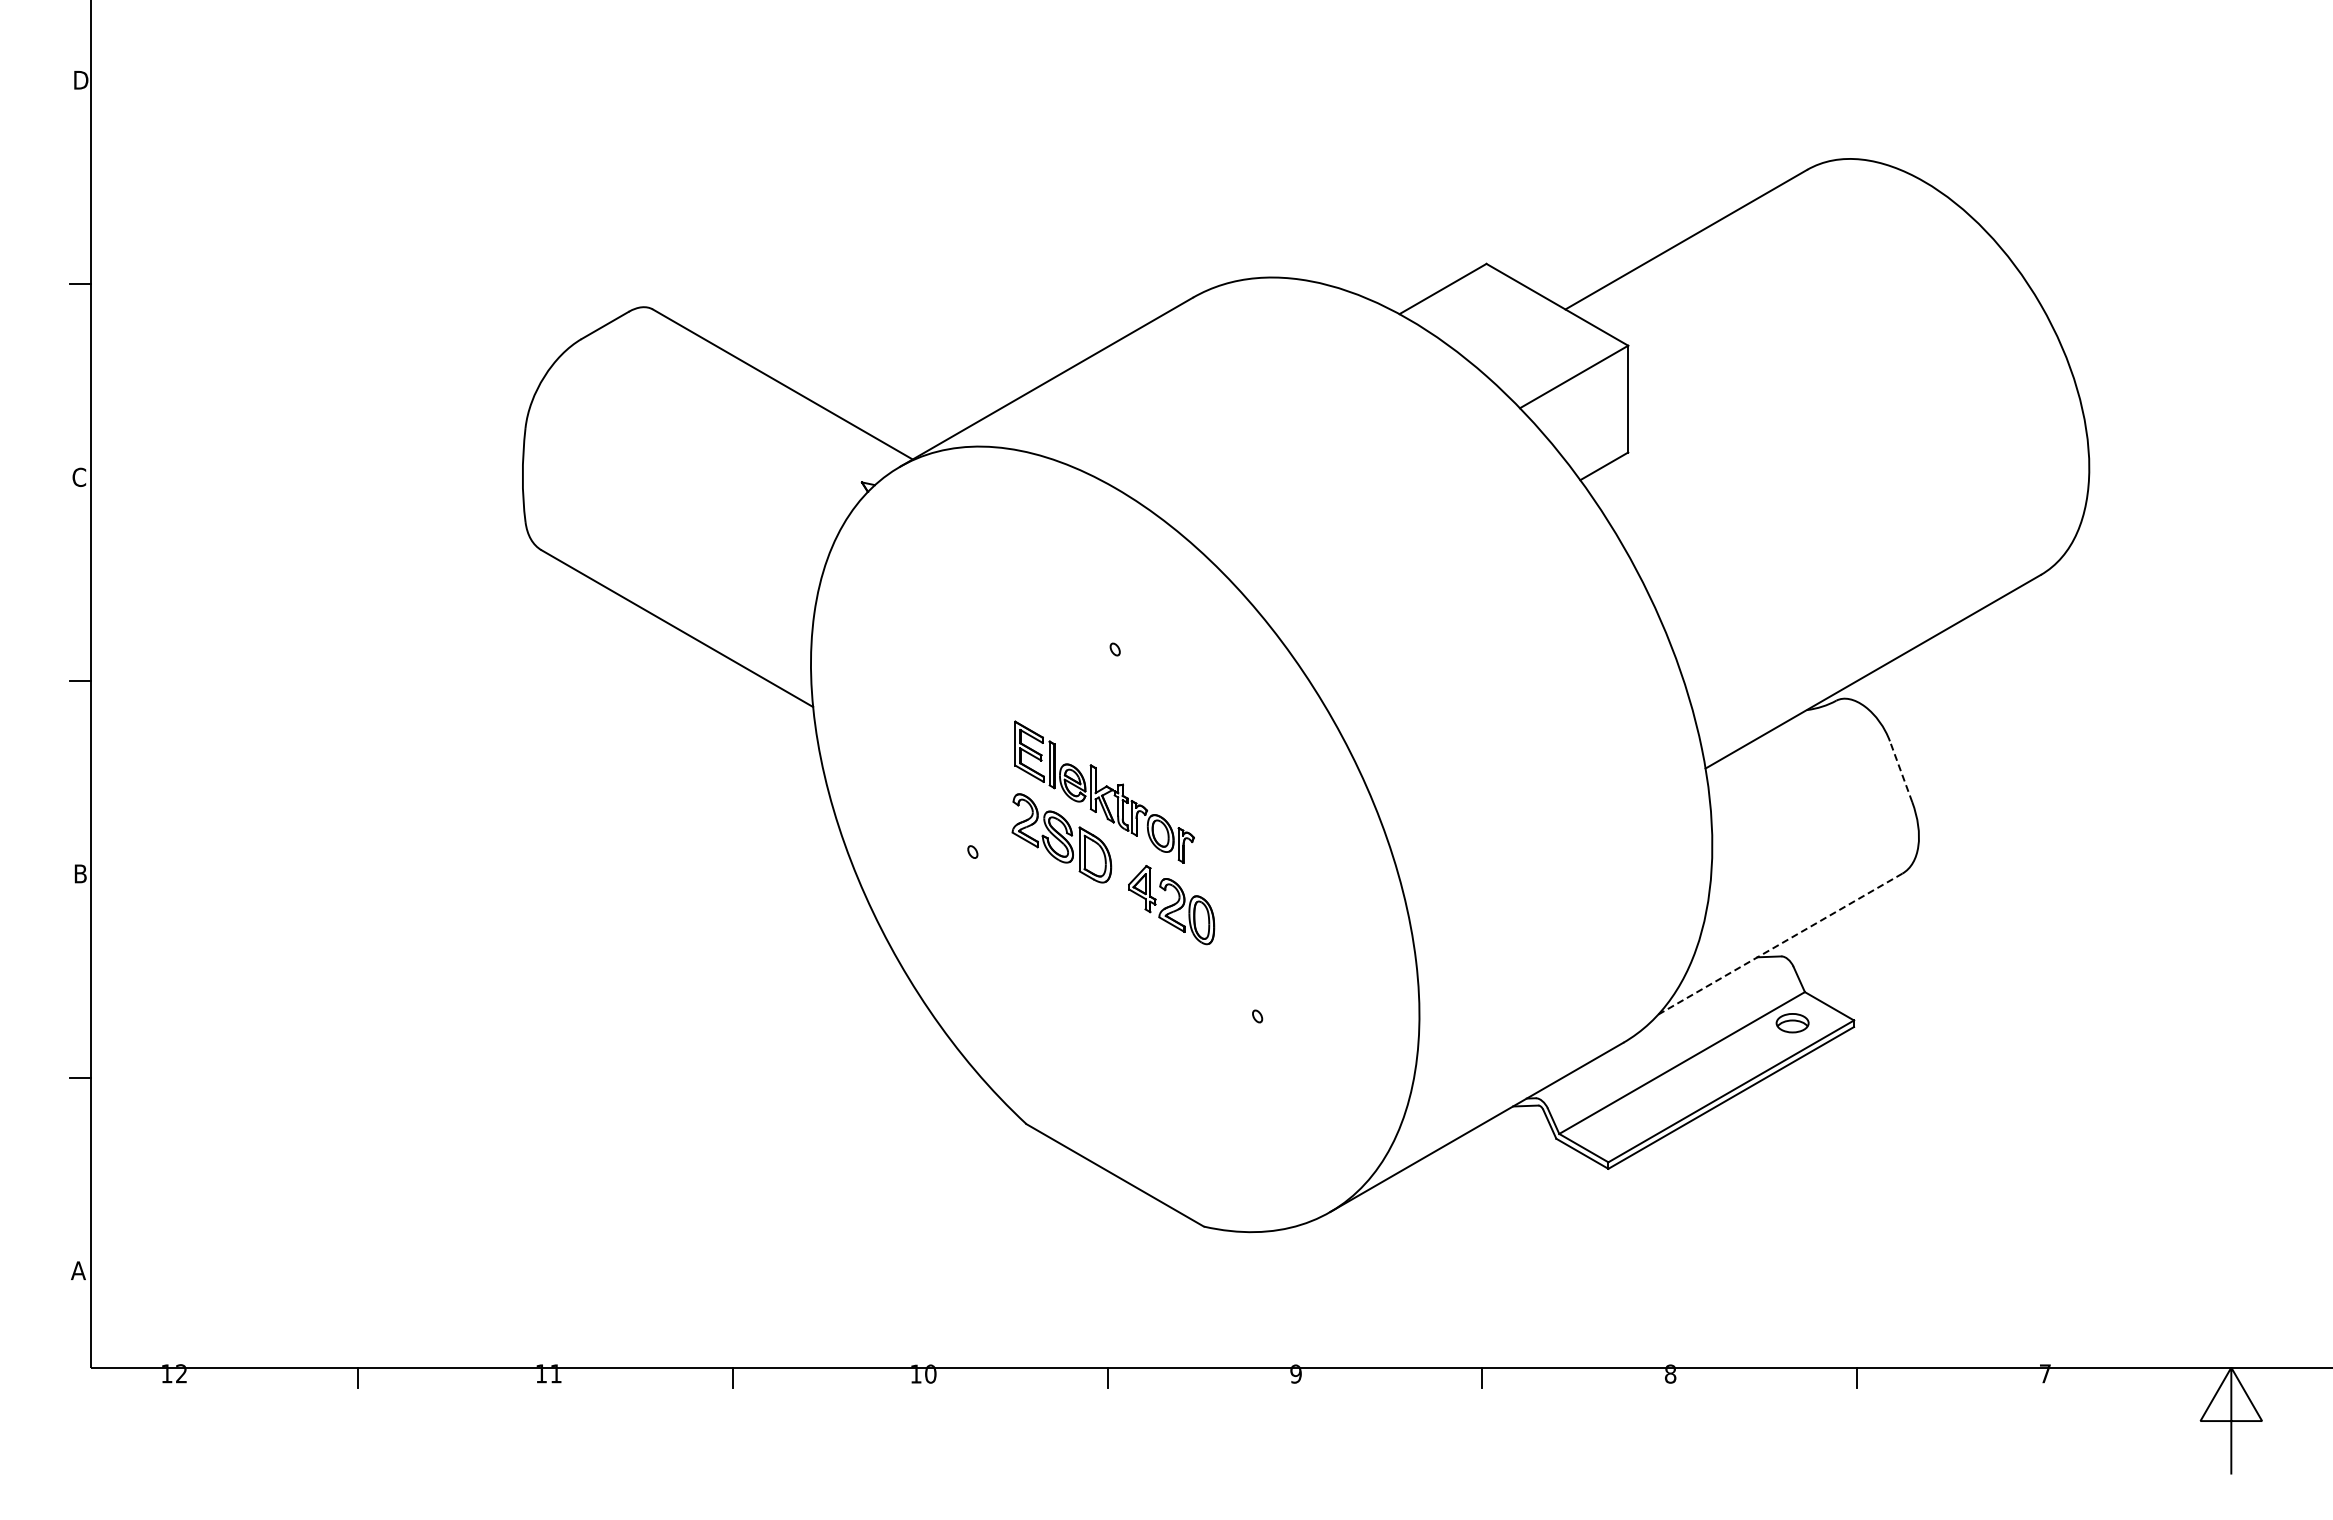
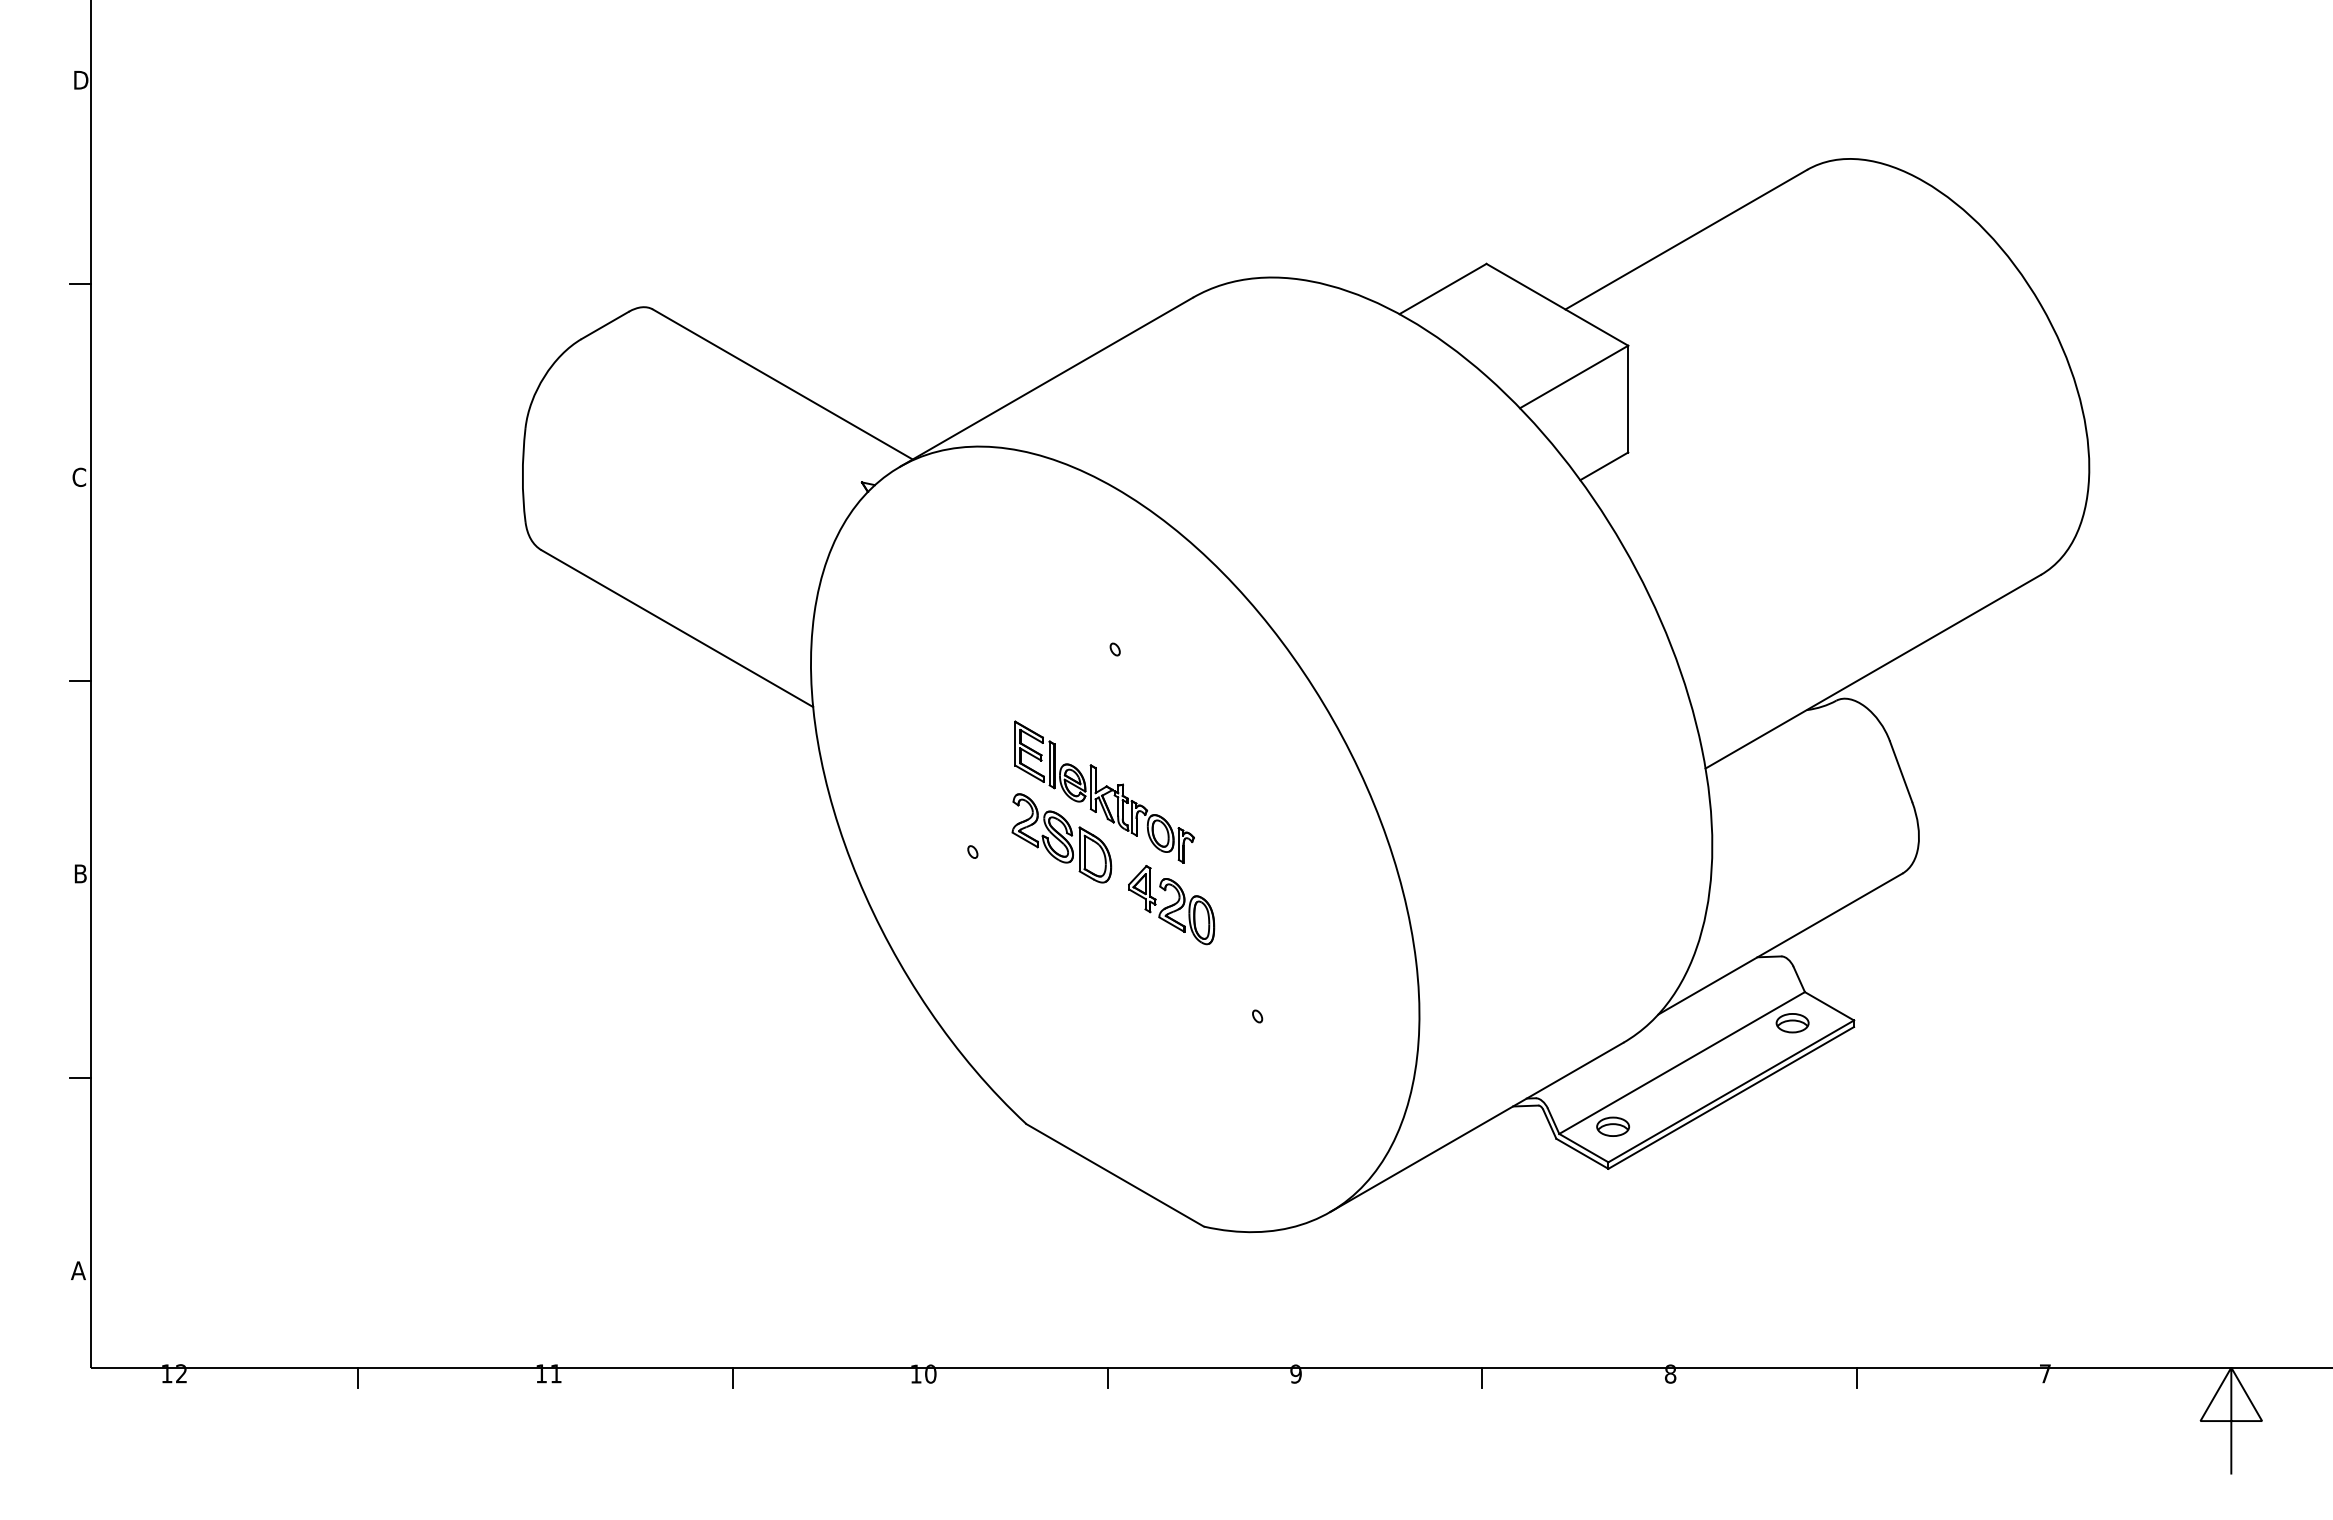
line at (1900, 771): dashed -> solid
line at (1780, 944): dashed -> solid
part at (1612, 1126): none -> present
